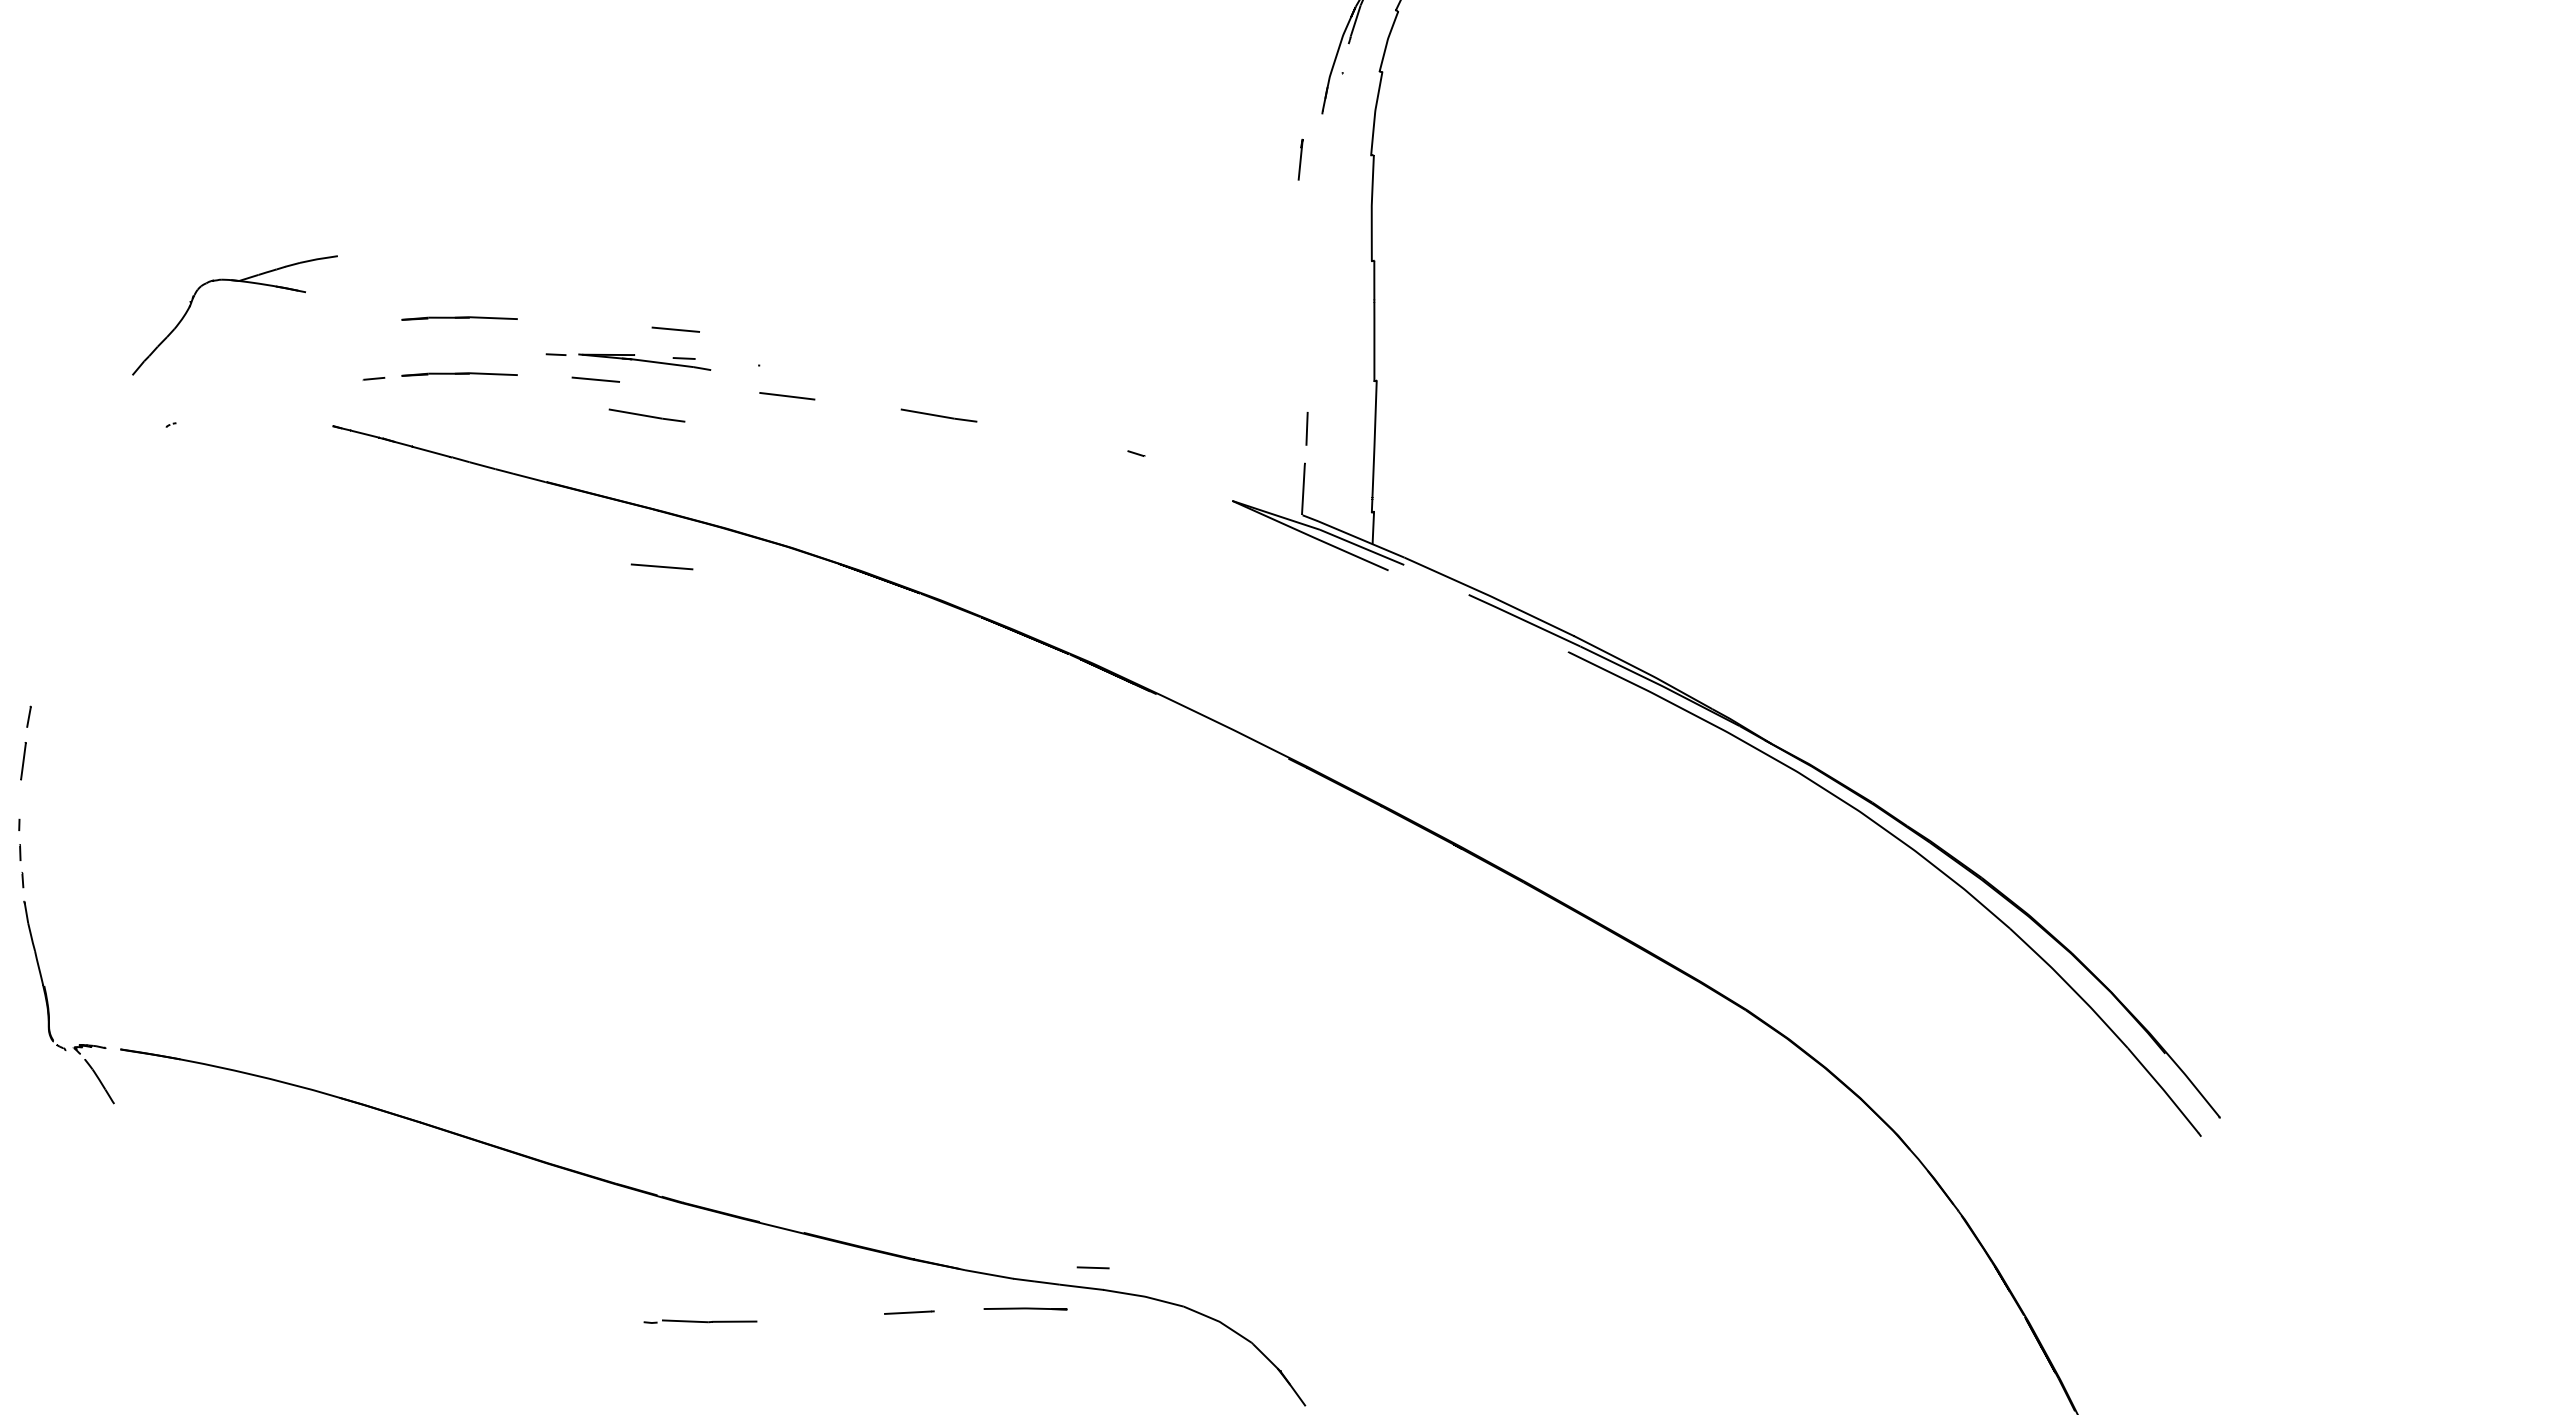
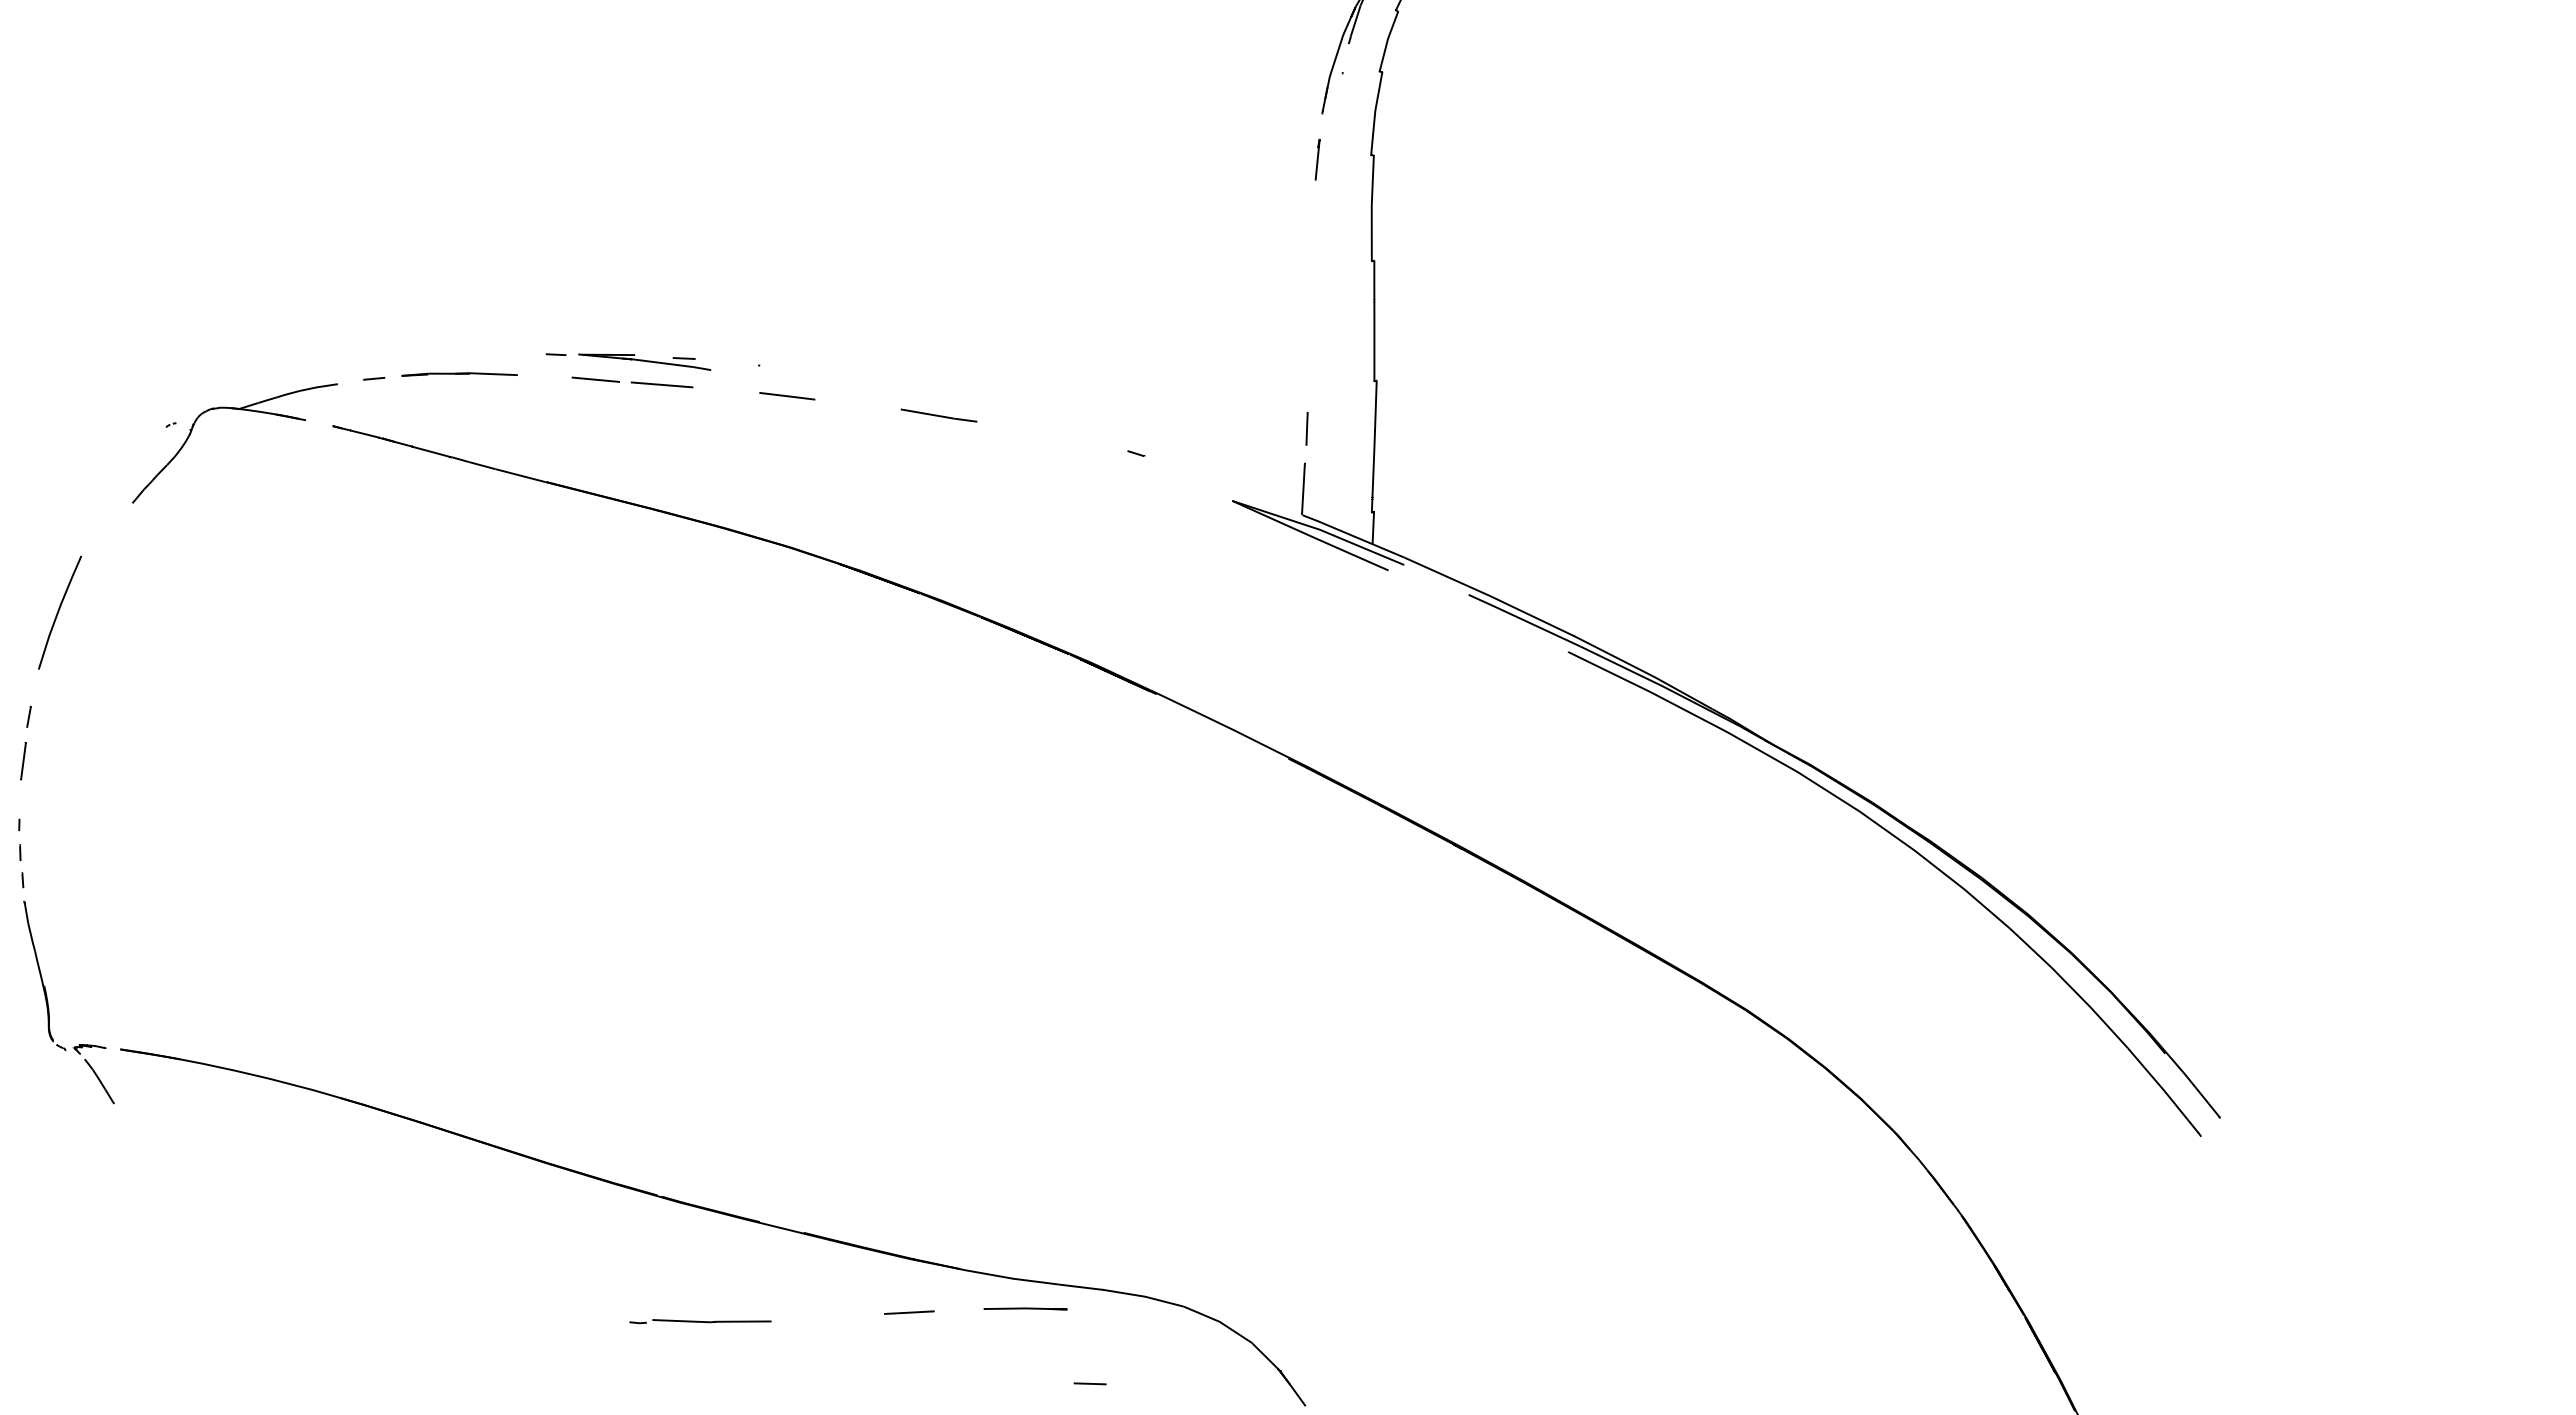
line at (1300, 159) position: (1300, 159) -> (1317, 159)
part at (240, 282) position: (240, 282) -> (240, 410)
part at (459, 318): present -> none
line at (675, 329): present -> none
line at (646, 415): present -> none
line at (661, 566) position: (661, 566) -> (661, 384)
curve at (59, 611): none -> present
line at (1092, 1267) position: (1092, 1267) -> (1089, 1383)
part at (700, 1321) size: 115x5 px -> 143x6 px
